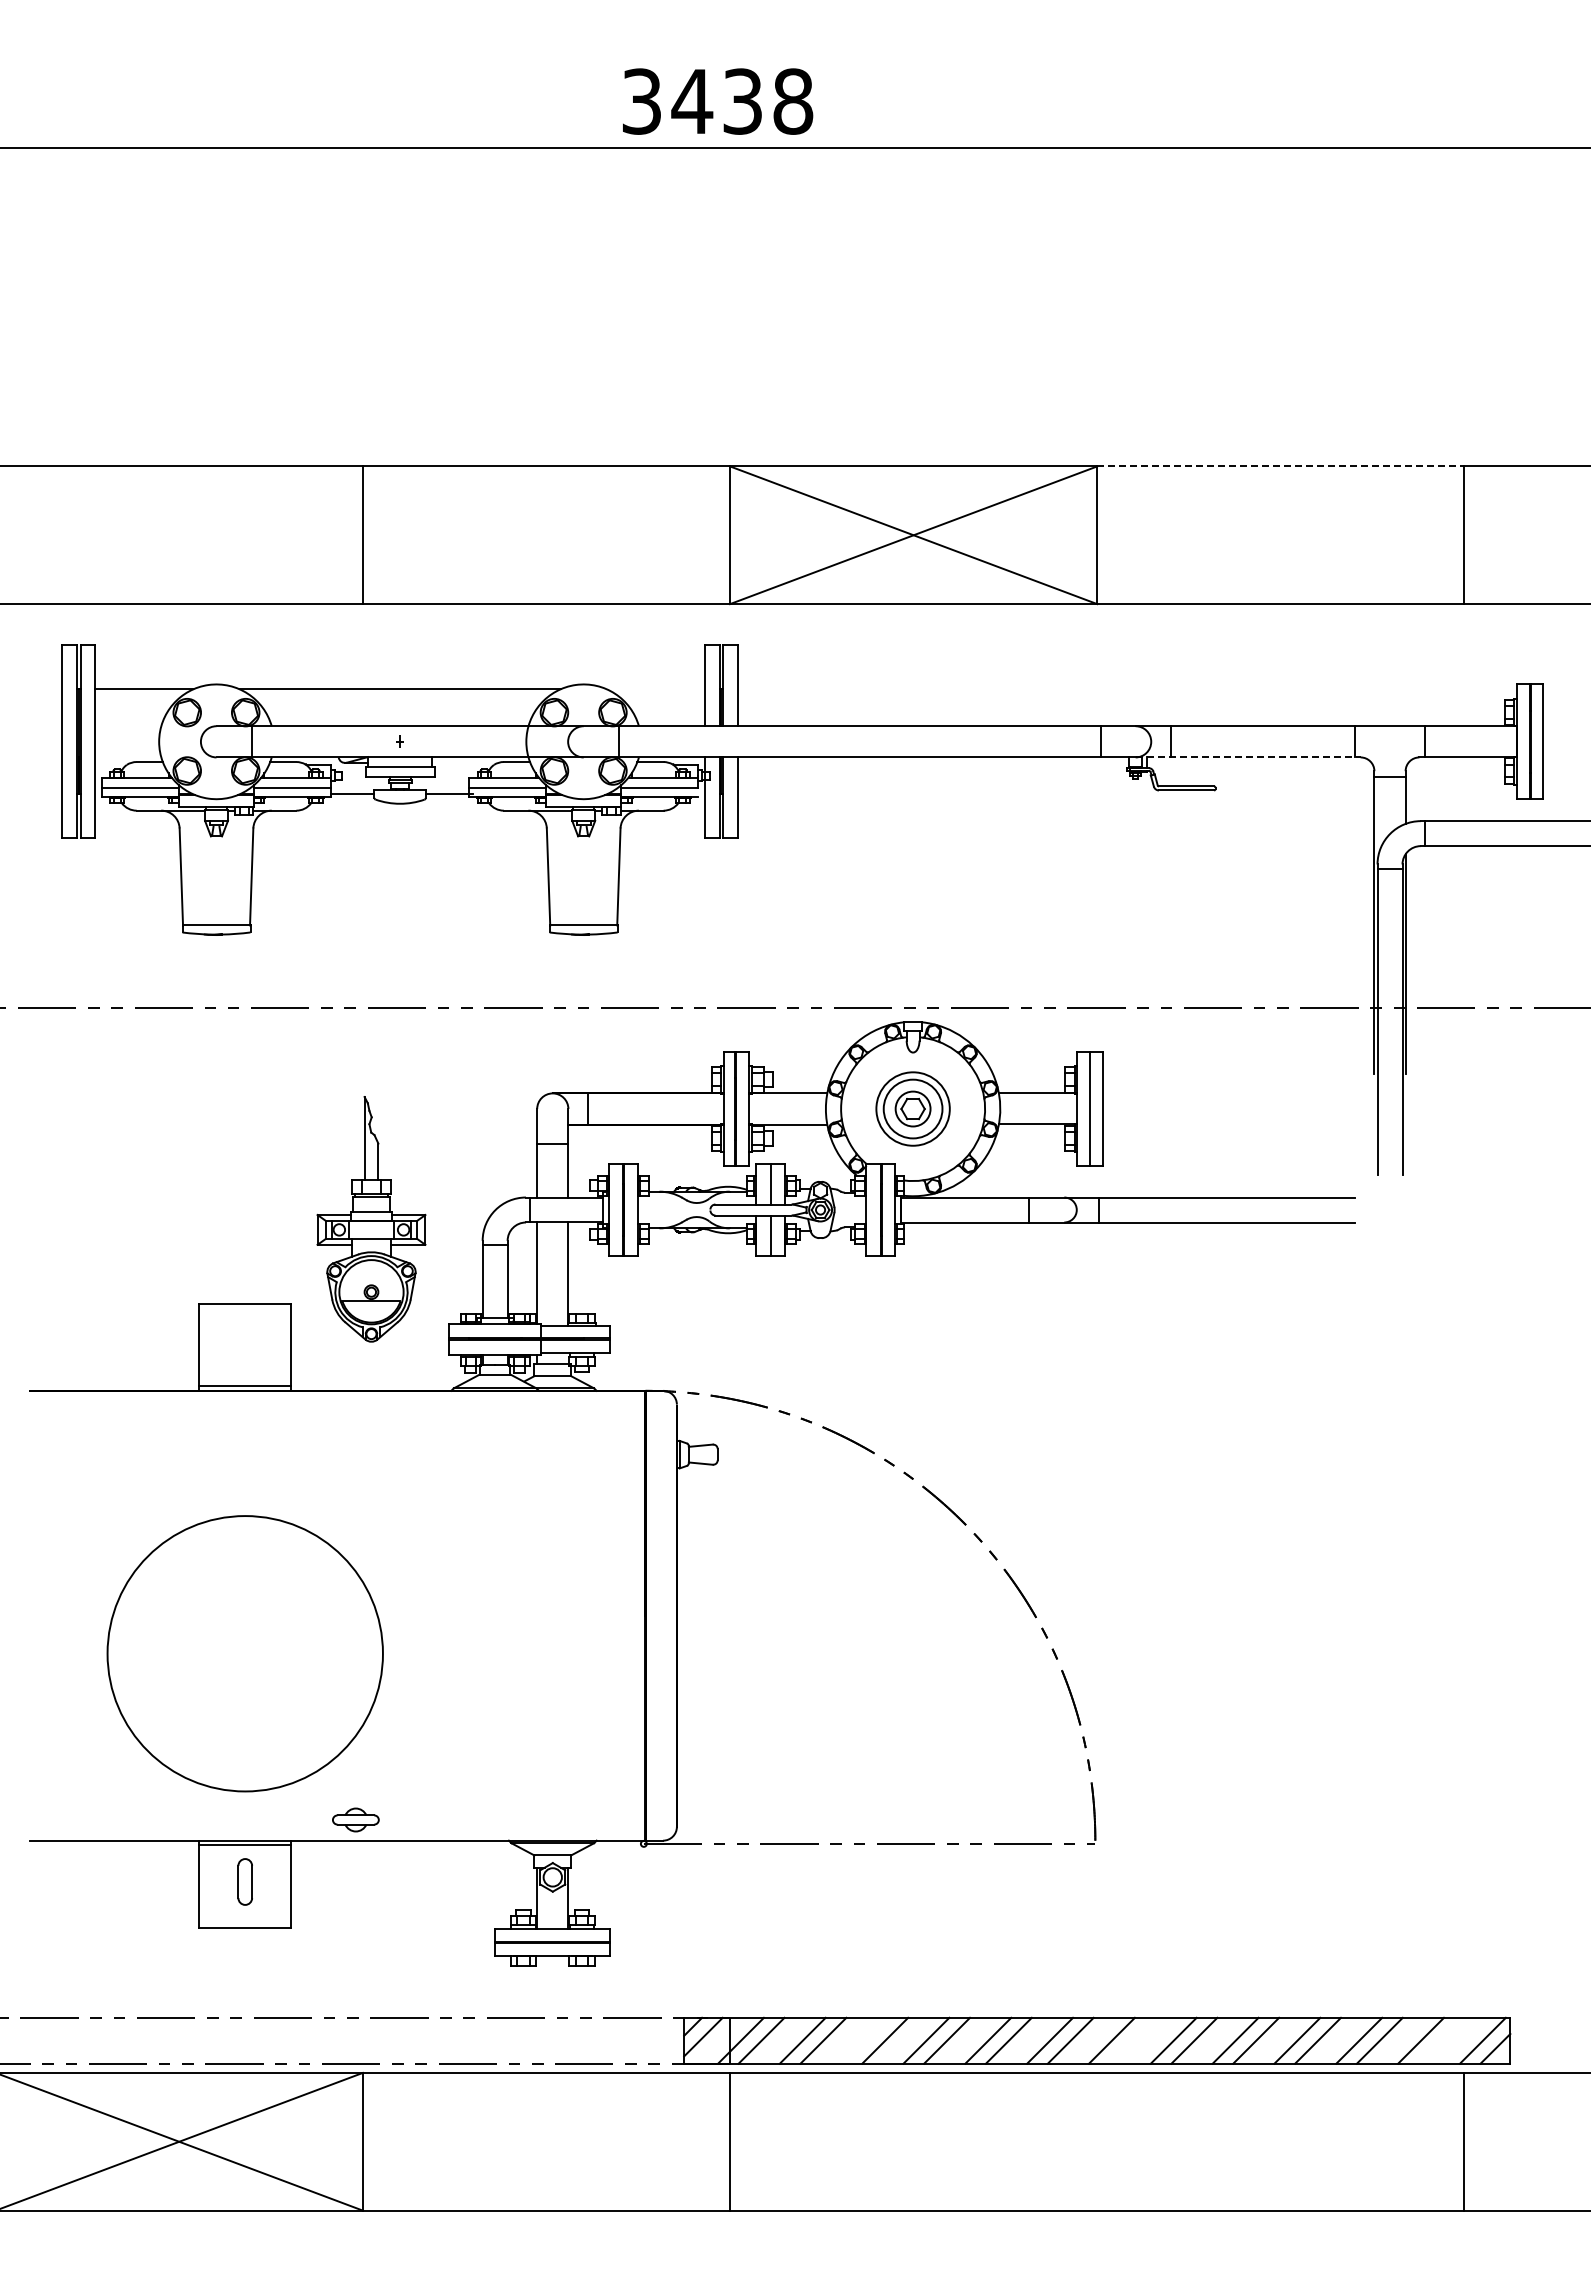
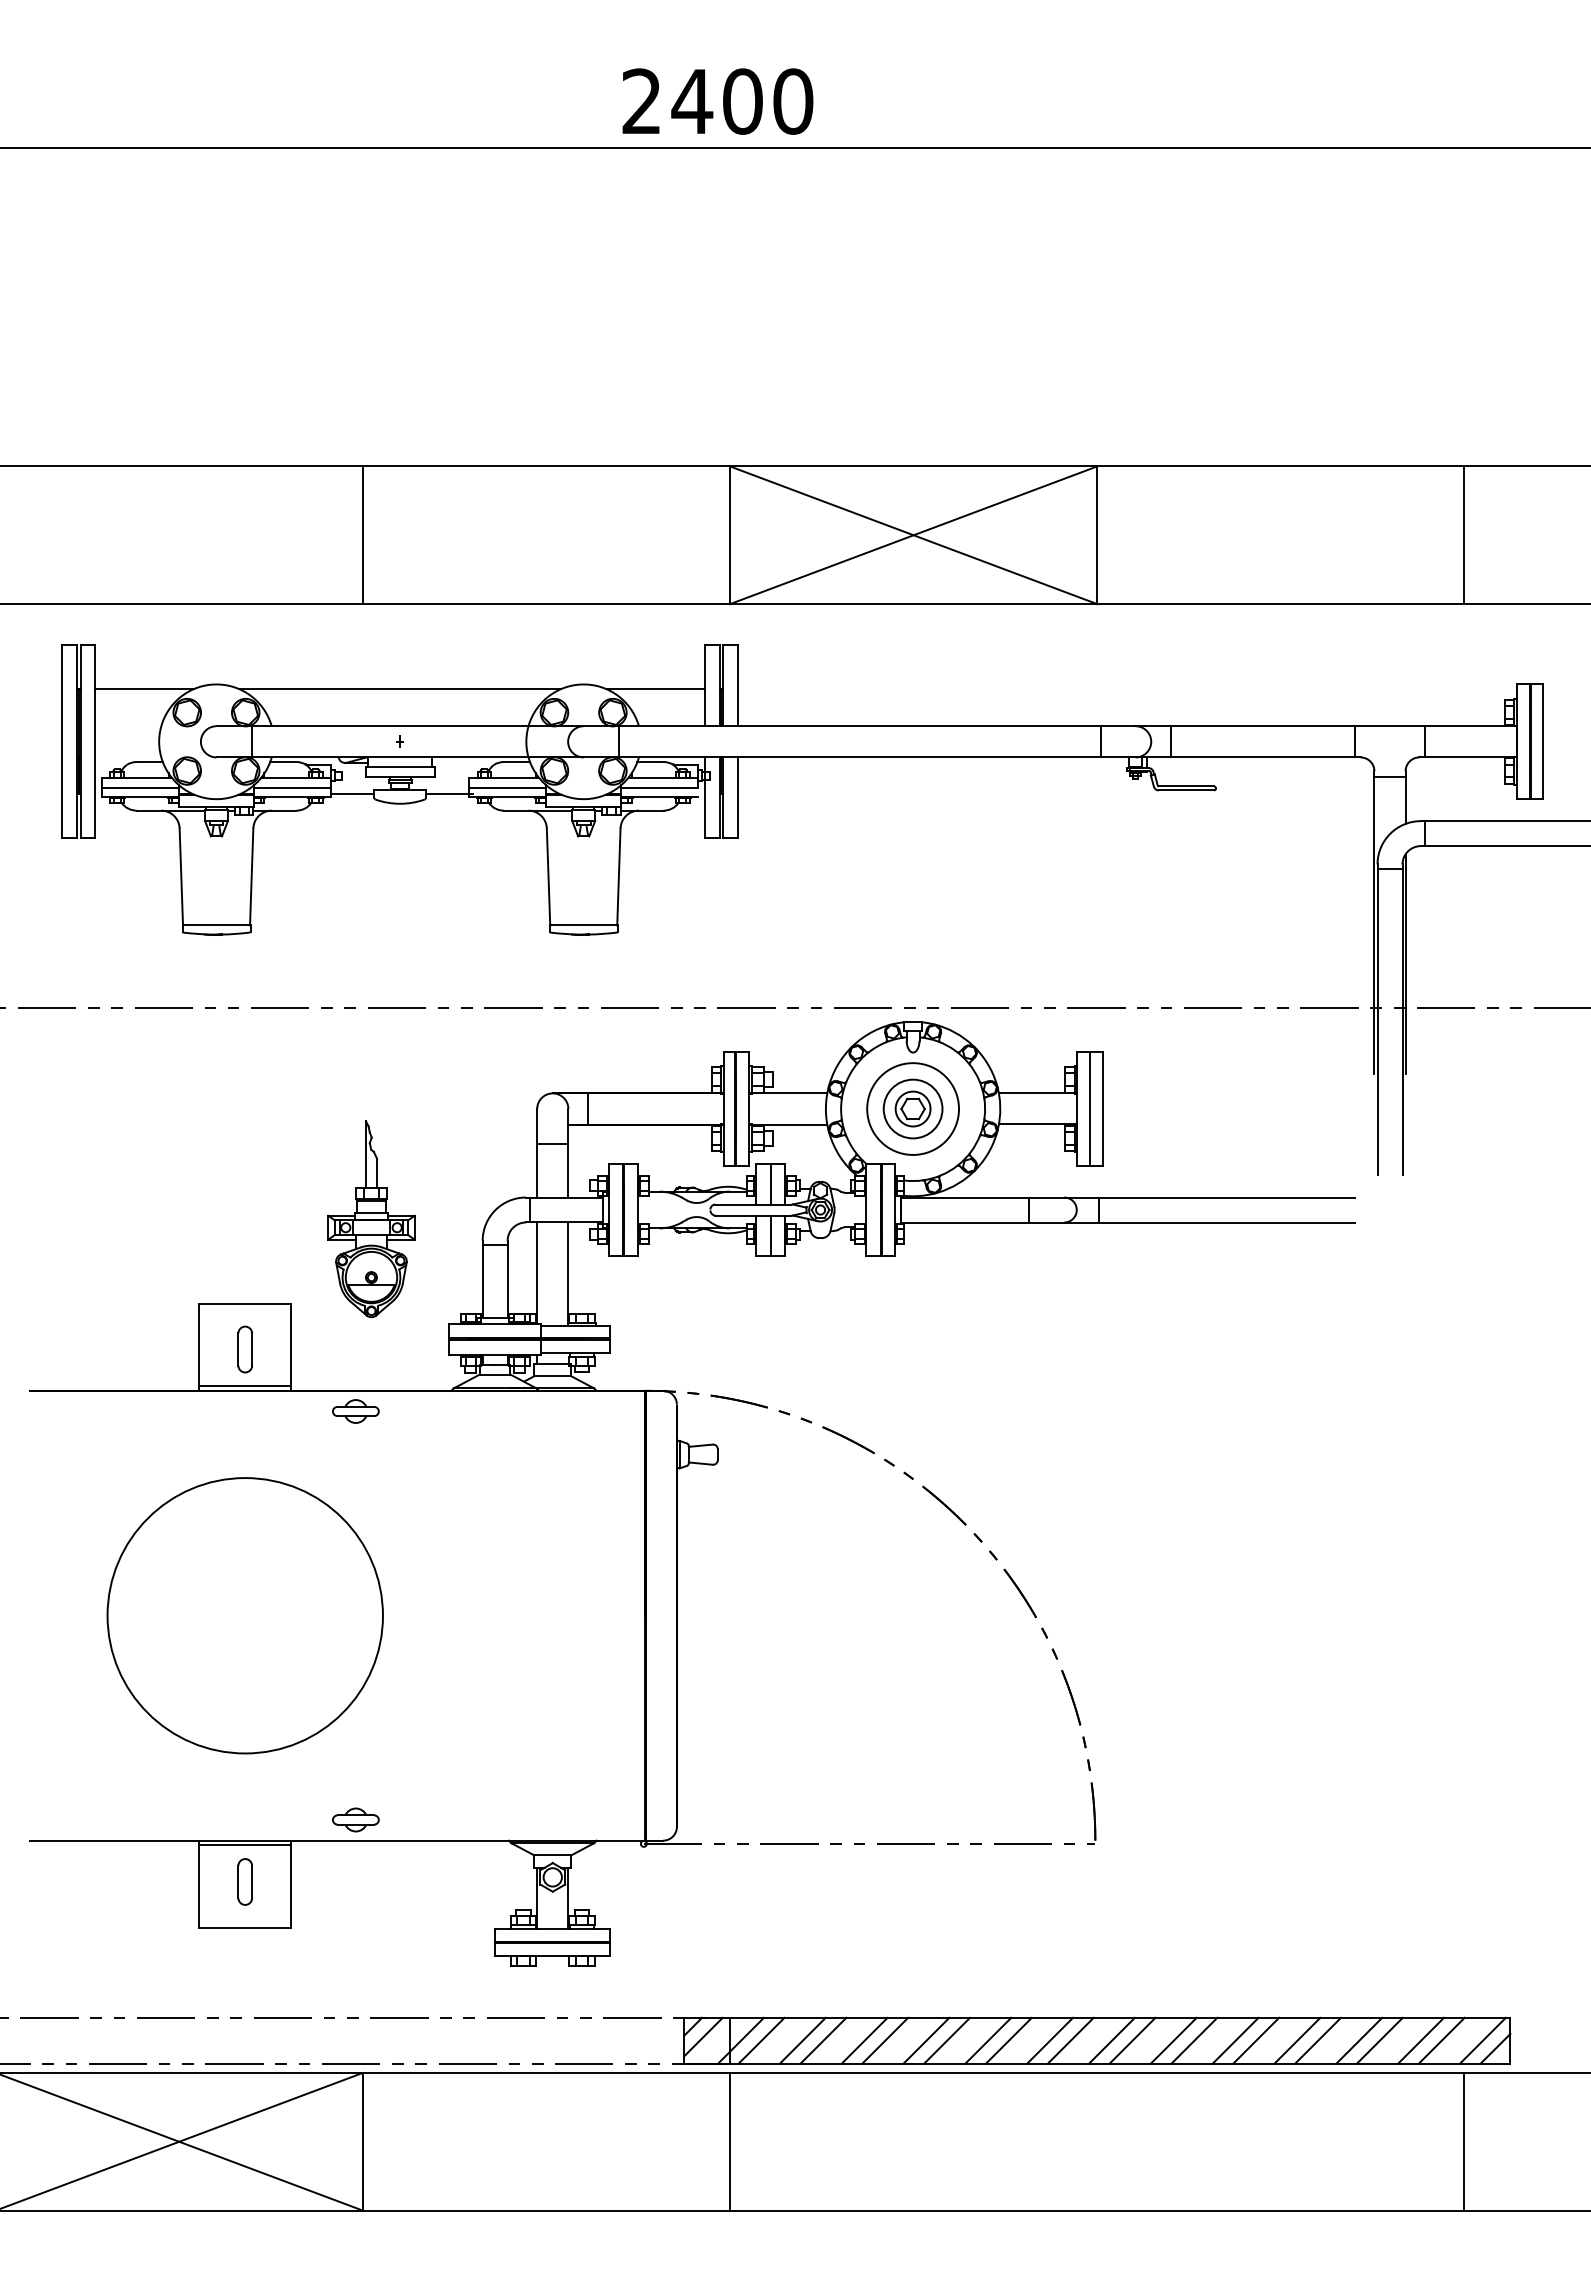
text at (717, 101): 3438 -> 2400
line at (1280, 466): dashed -> solid
line at (655, 689): none -> present
line at (1248, 757): dashed -> solid
circle at (912, 1108) diameter: 73 px -> 92 px
part at (371, 1219) size: 111x247 px -> 89x198 px
part at (244, 1349): none -> present
part at (355, 1411): none -> present
circle at (244, 1653) position: (244, 1653) -> (244, 1615)
line at (864, 2040): none -> present
line at (1132, 2040): none -> present
line at (1441, 2040): none -> present
